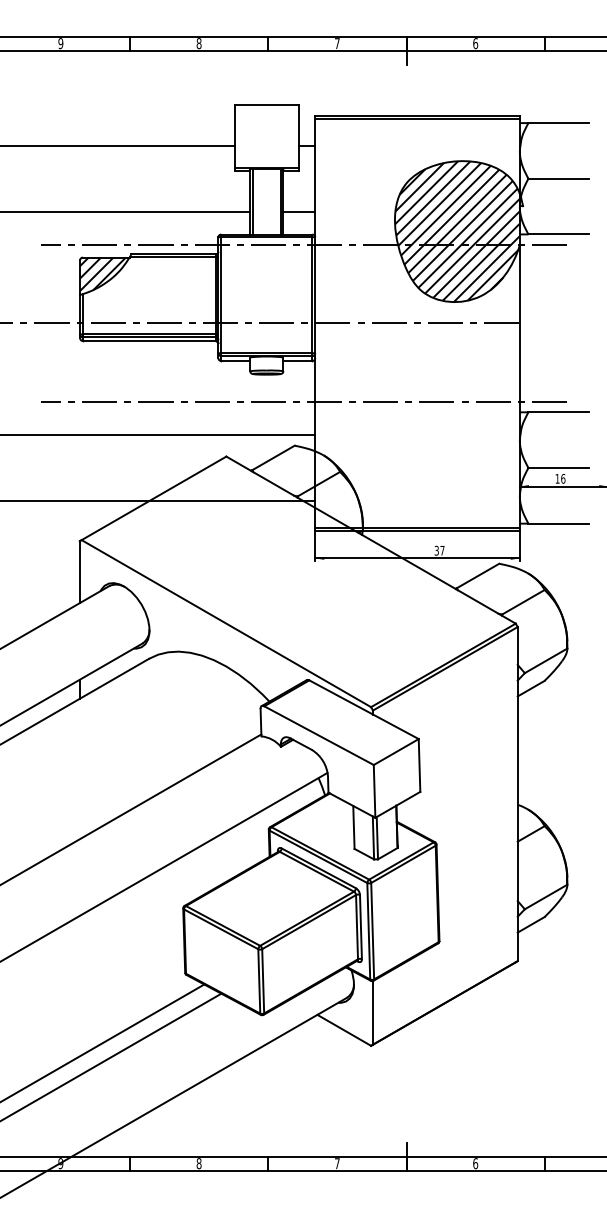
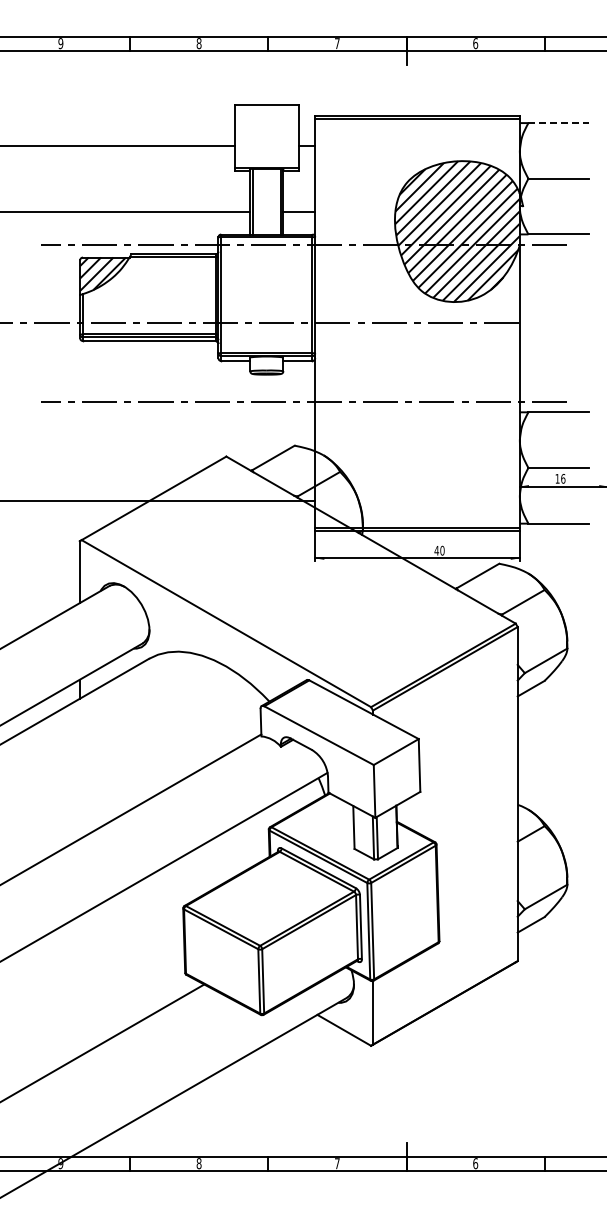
line at (559, 123): solid -> dashed
line at (158, 434): present -> none
text at (439, 550): 37 -> 40
line at (111, 1056): present -> none
